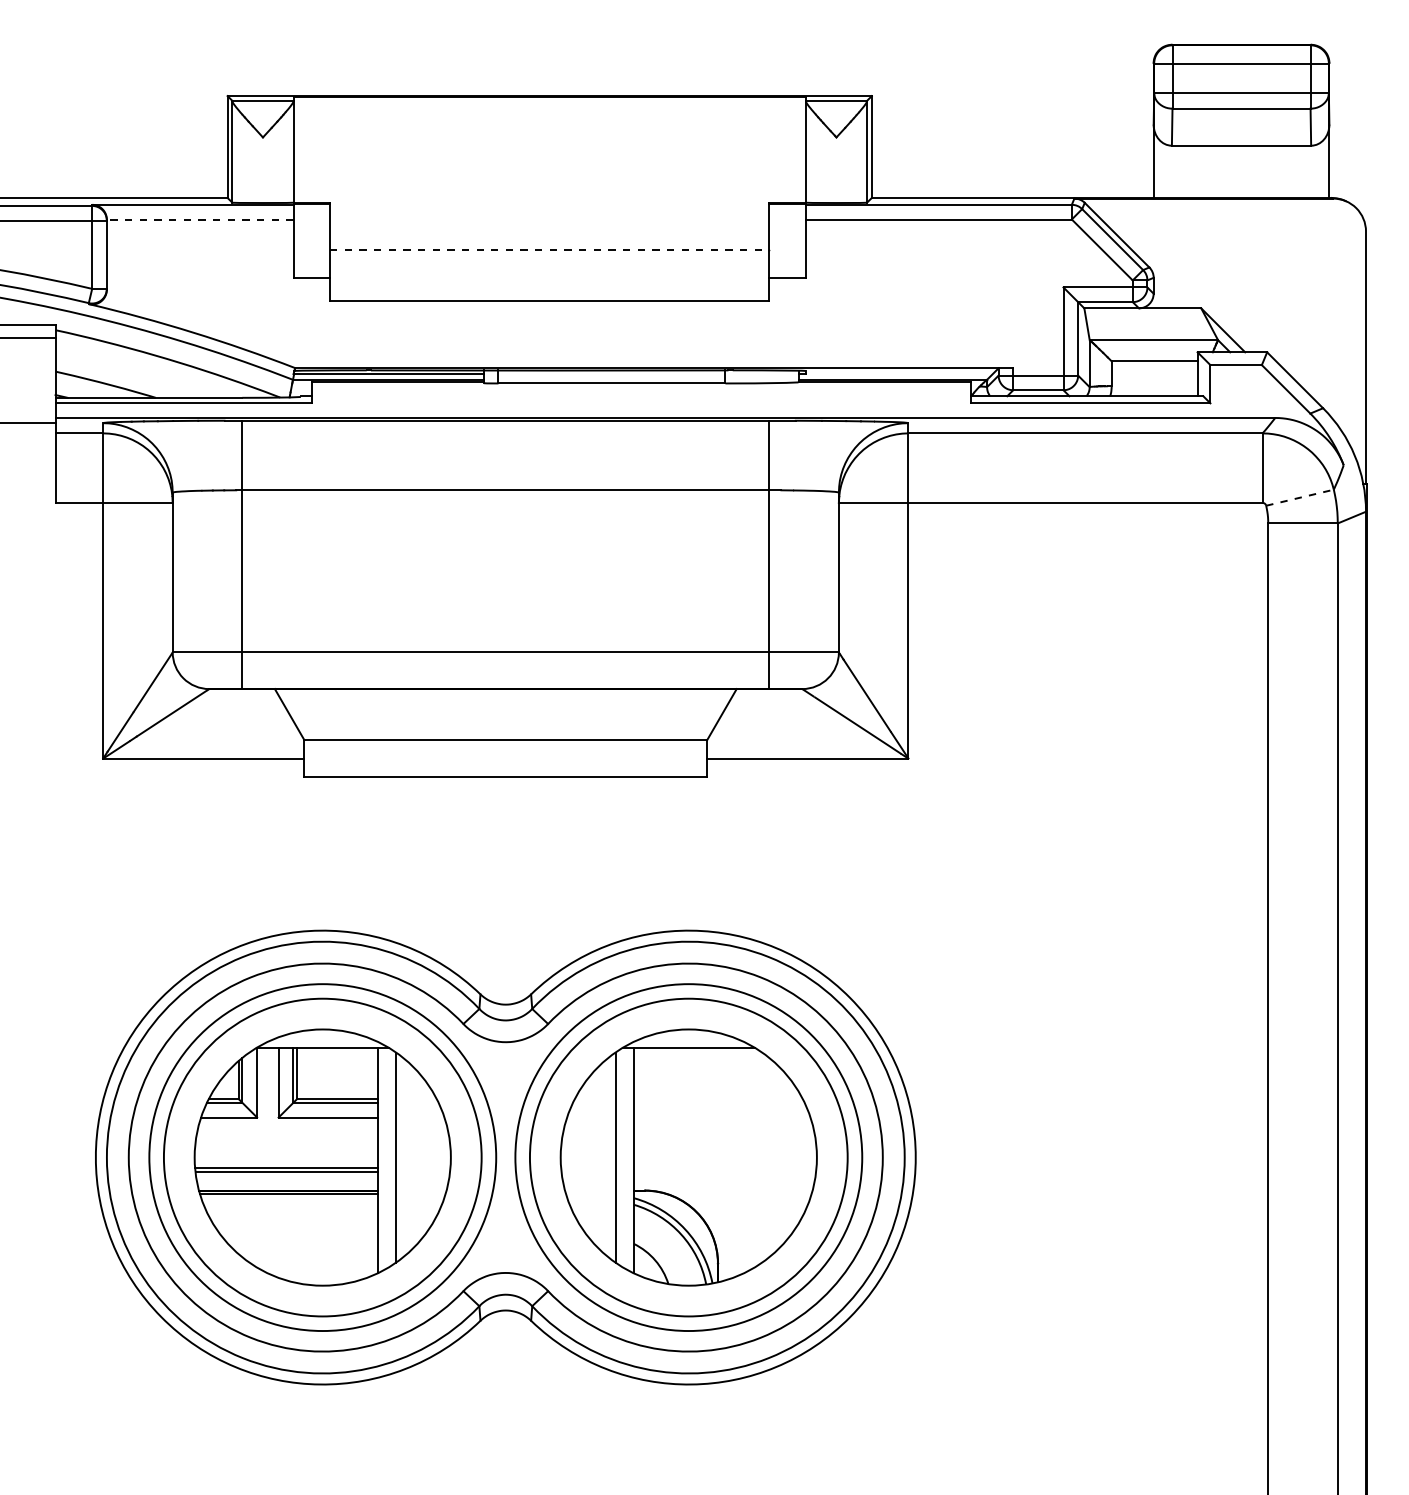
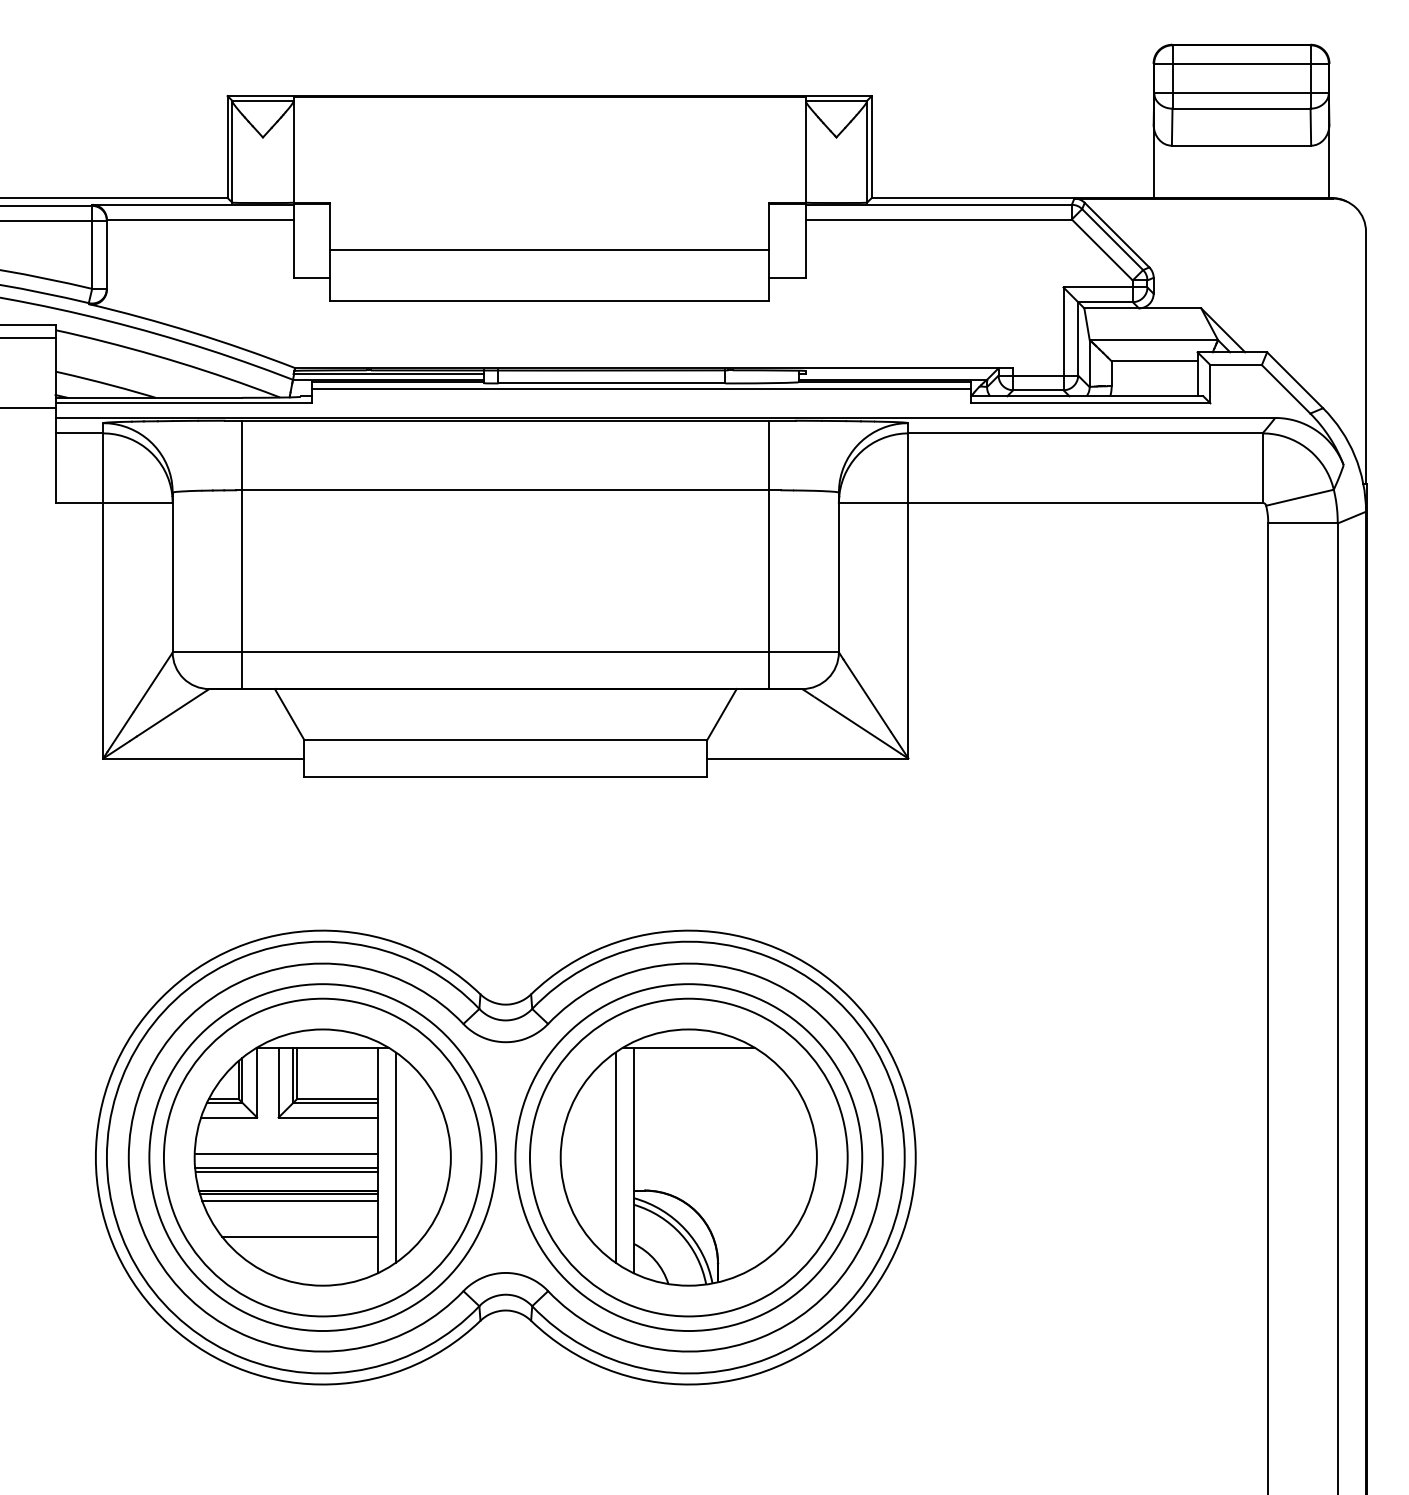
line at (199, 219): dashed -> solid
line at (549, 249): dashed -> solid
line at (640, 388): none -> present
line at (28, 422) position: (28, 422) -> (28, 407)
line at (1300, 497): dashed -> solid
line at (285, 1153): none -> present
line at (289, 1200): none -> present
line at (299, 1237): none -> present
